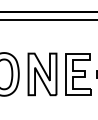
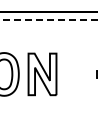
line at (48, 19): solid -> dashed
part at (78, 74): present -> none
